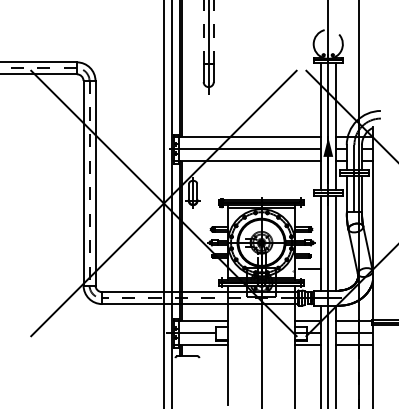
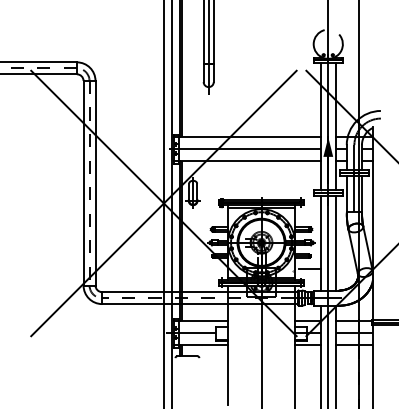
line at (203, 32): dashed -> solid
line at (213, 32): dashed -> solid
